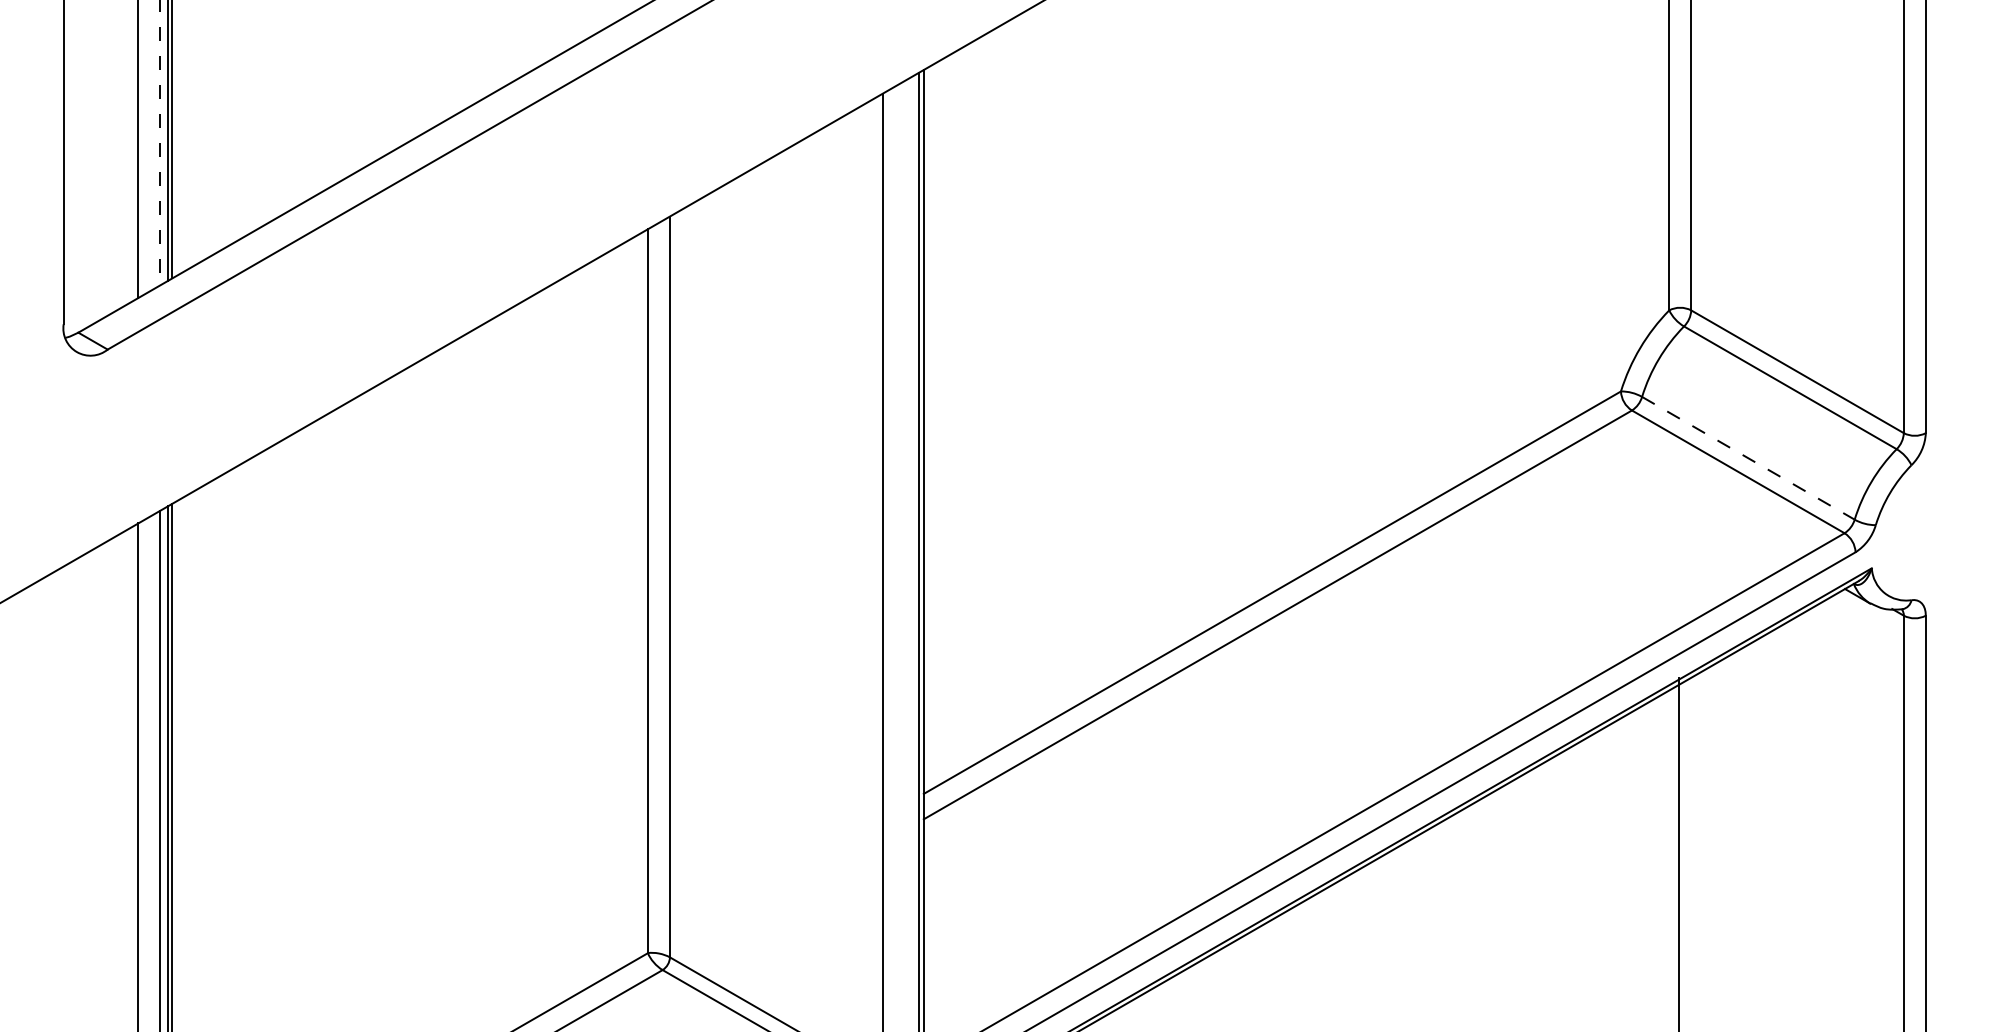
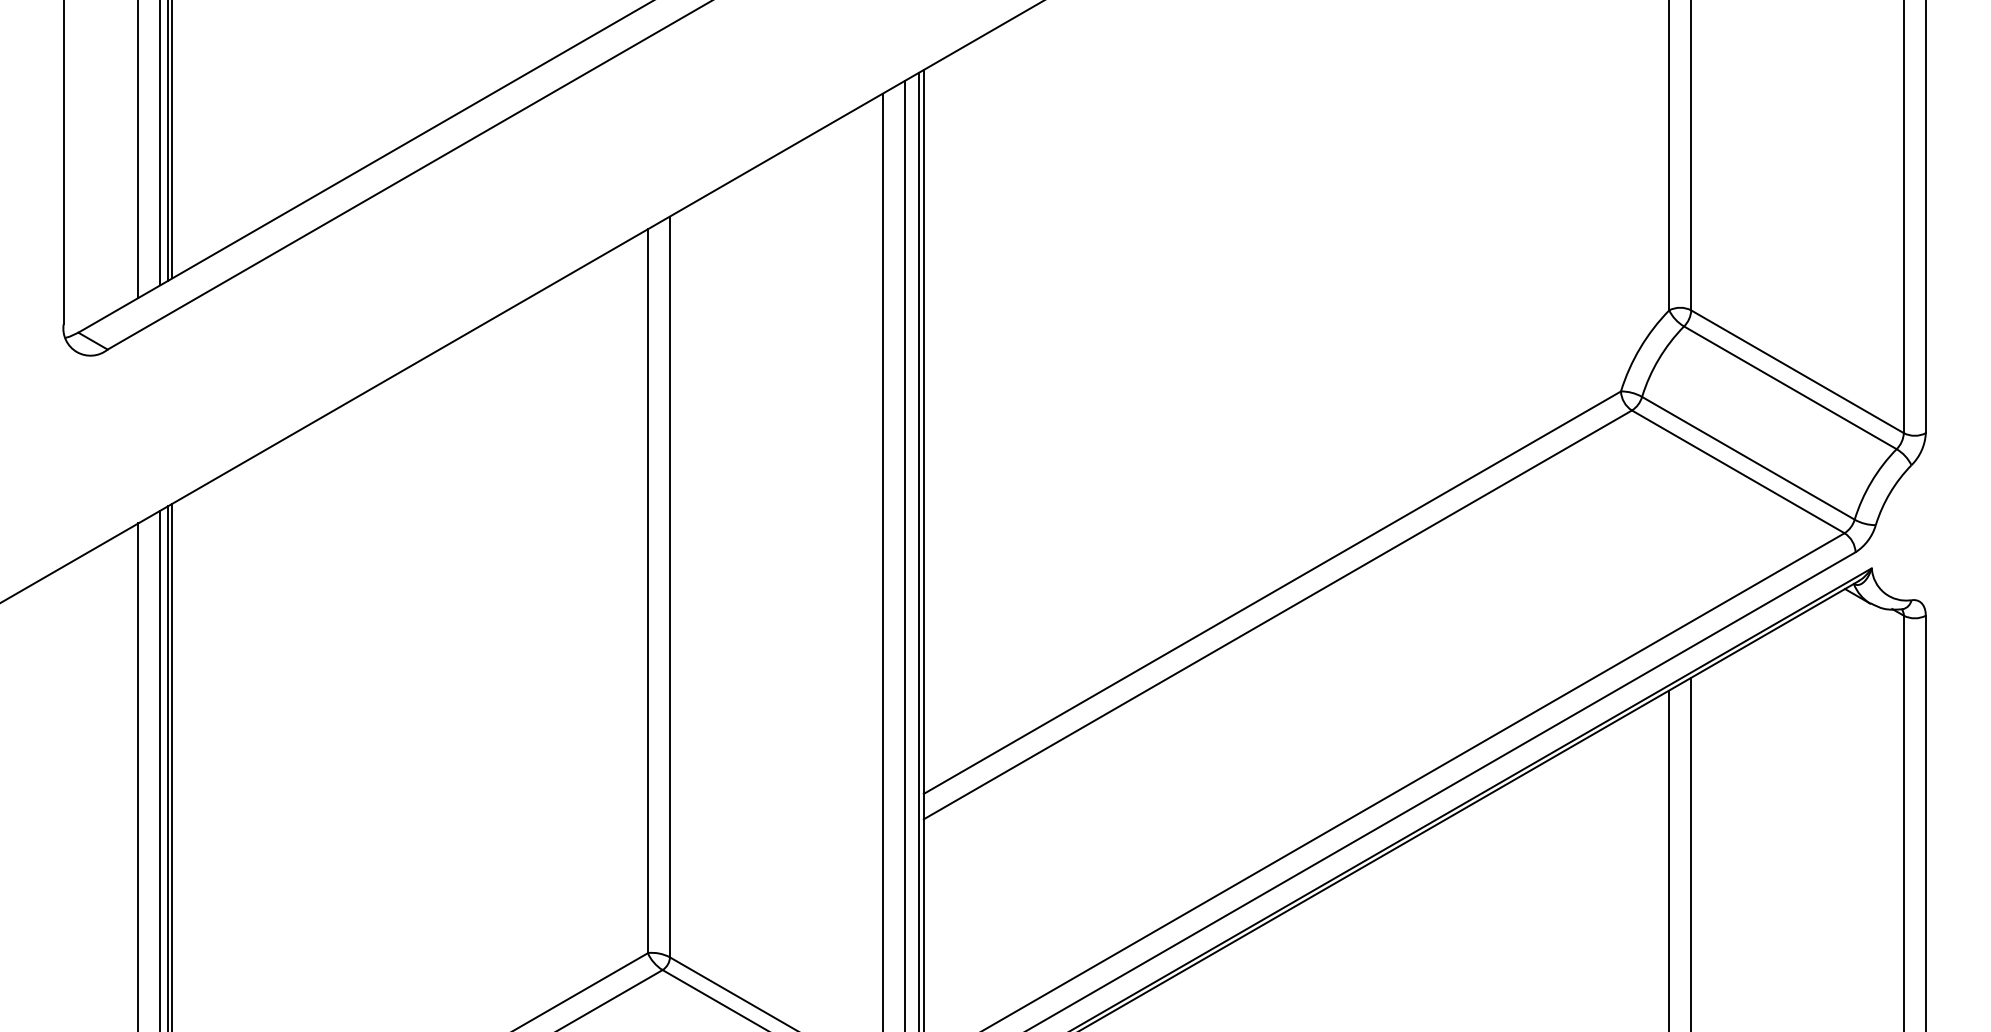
line at (160, 143): dashed -> solid
line at (1748, 458): dashed -> solid
line at (904, 554): none -> present
line at (1679, 852) position: (1679, 852) -> (1691, 852)
line at (1669, 859): none -> present
